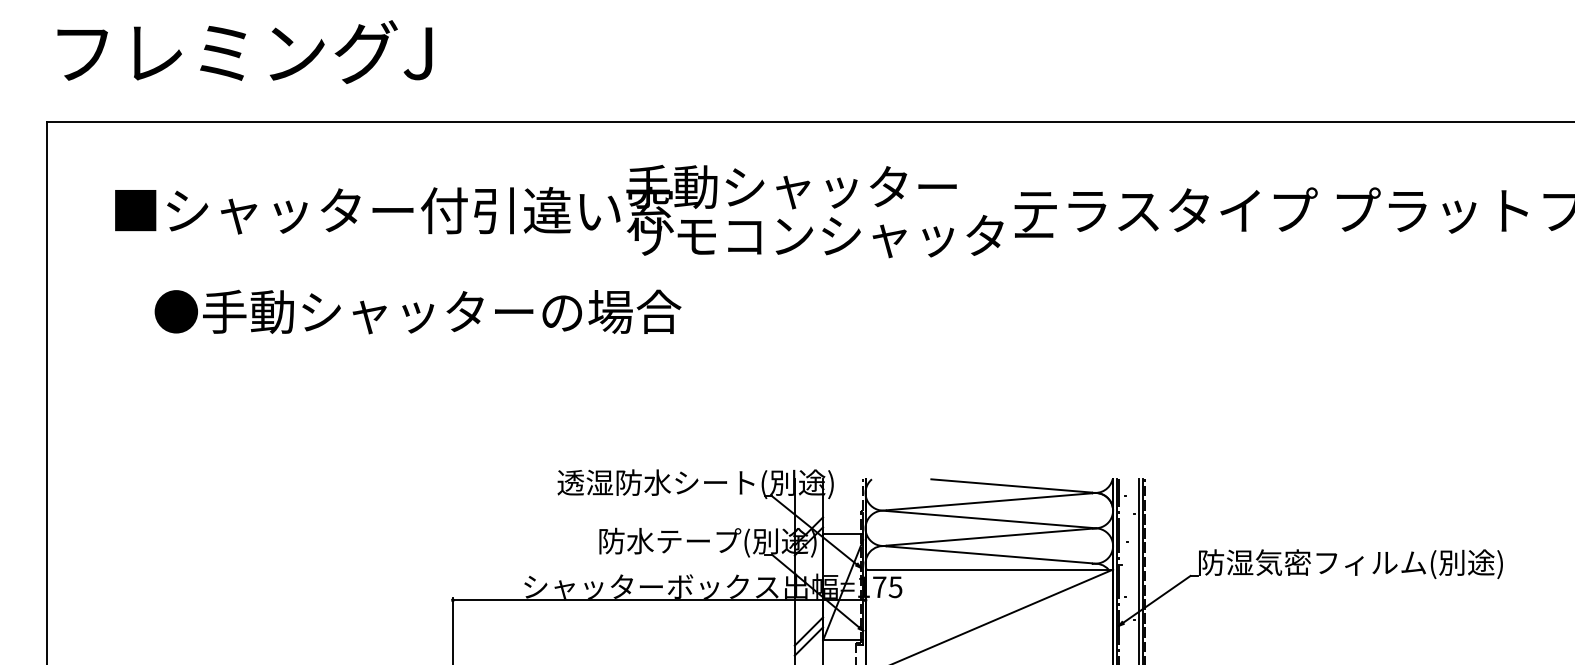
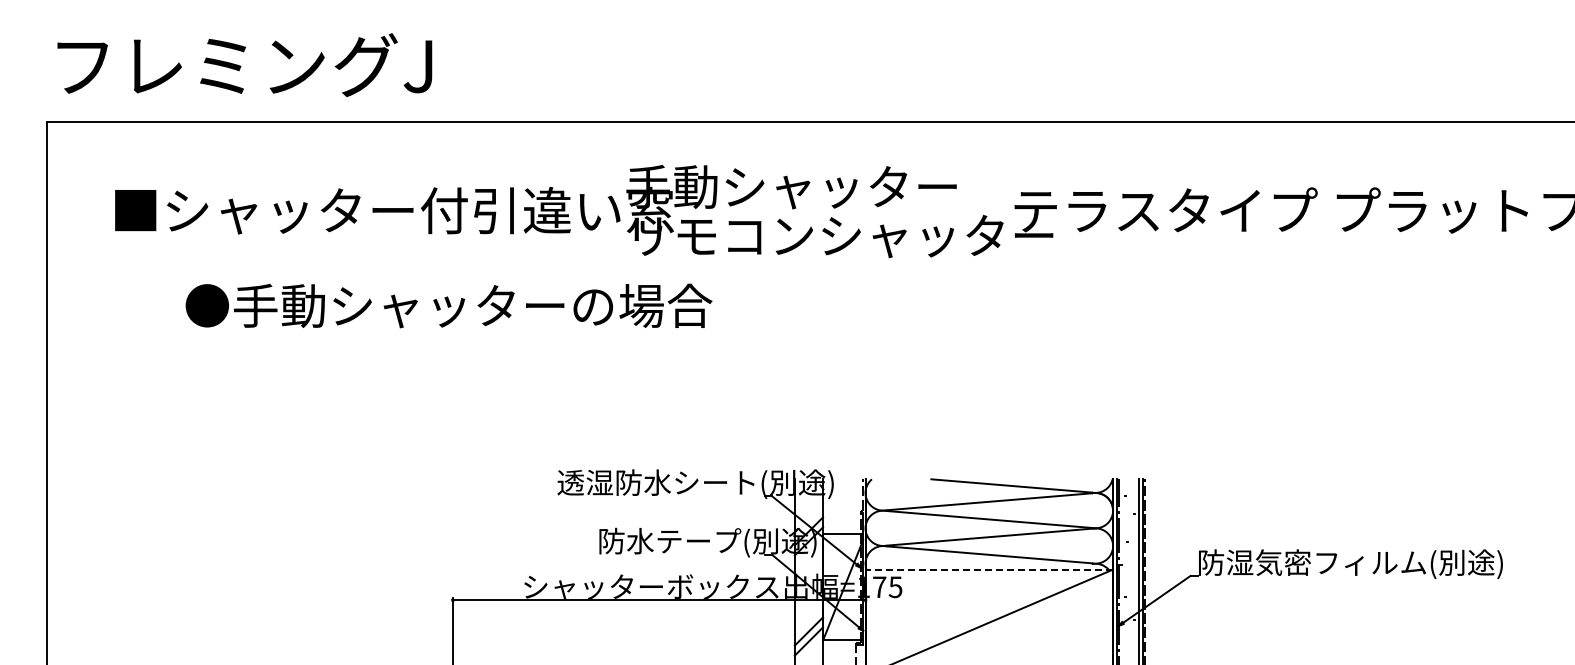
text at (244, 51) position: (244, 51) -> (244, 64)
text at (417, 311) position: (417, 311) -> (448, 305)
line at (989, 569): solid -> dashed
